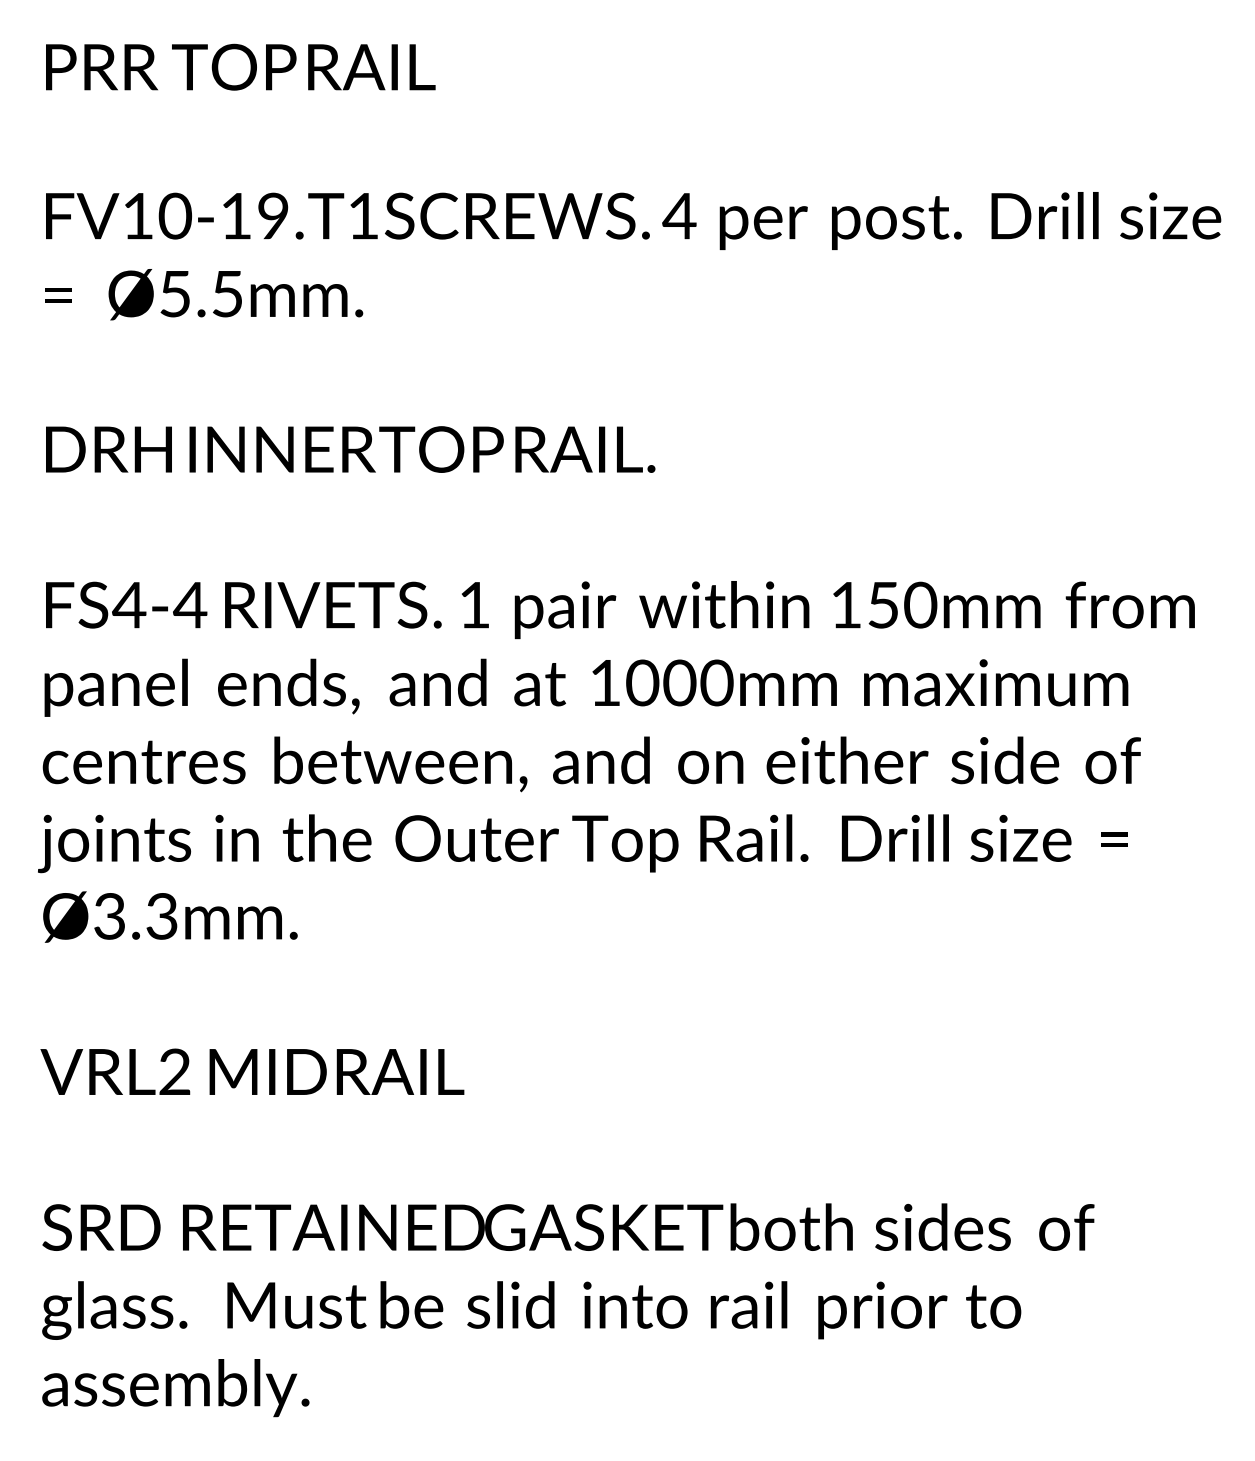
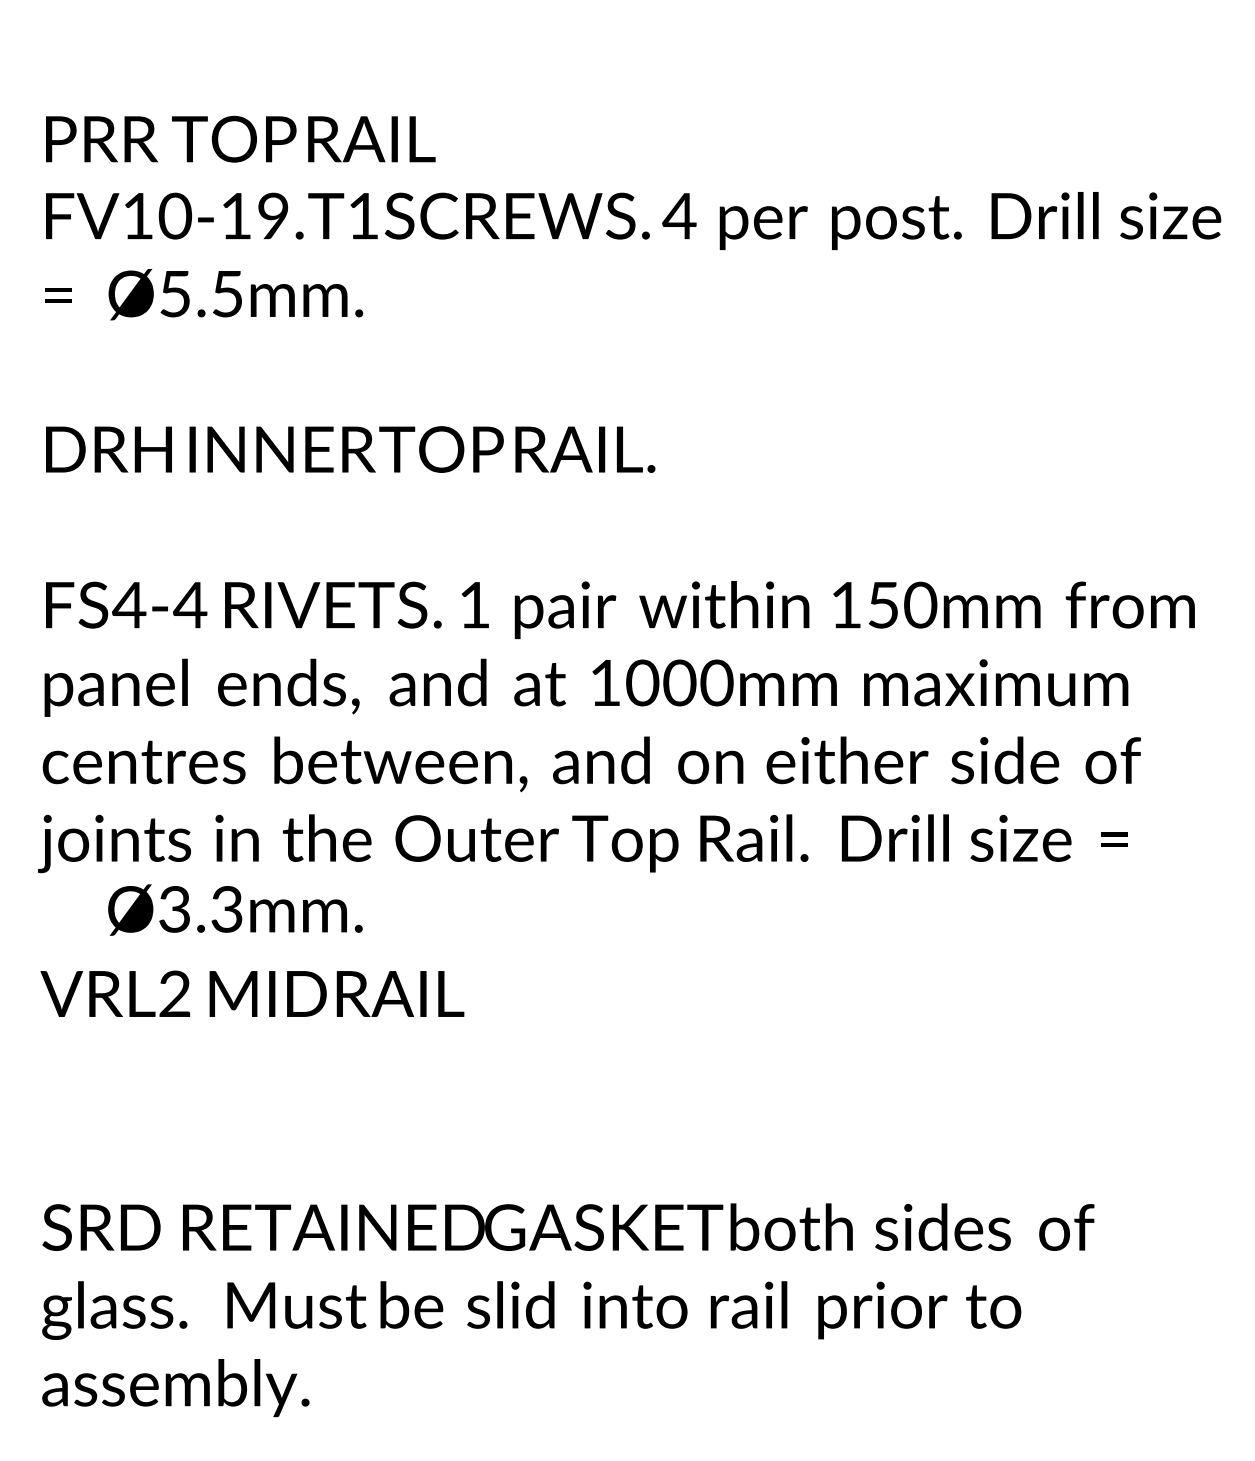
text at (240, 66) position: (240, 66) -> (240, 138)
text at (170, 916) position: (170, 916) -> (235, 909)
text at (252, 1071) position: (252, 1071) -> (252, 993)
